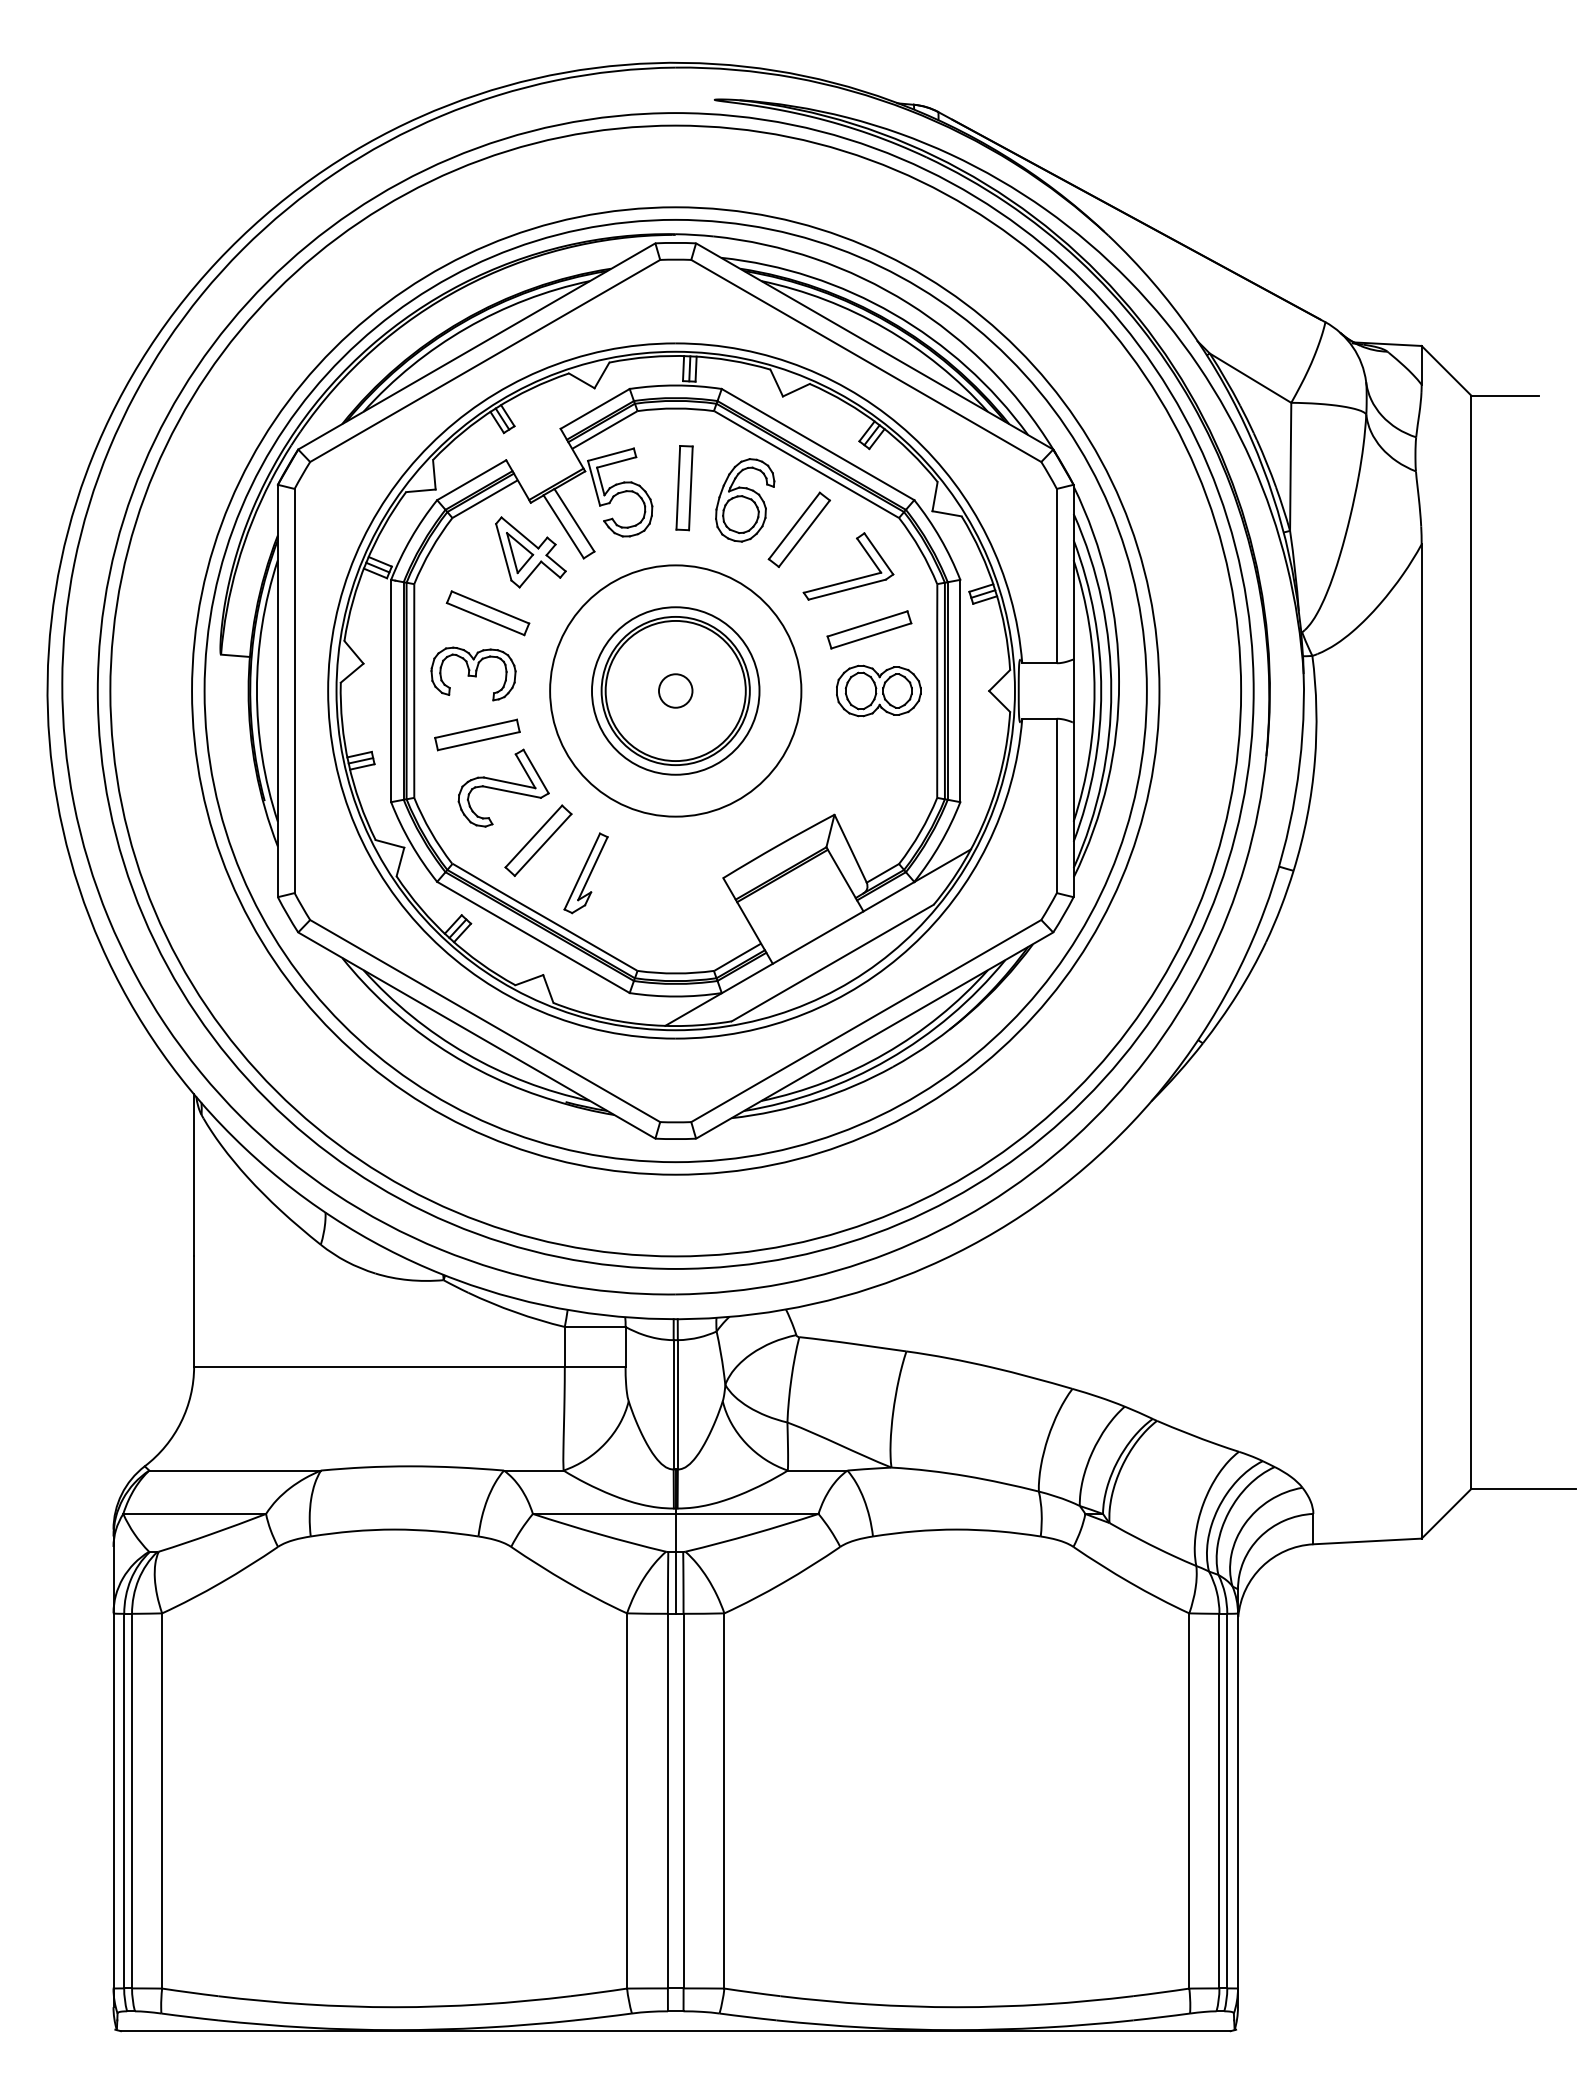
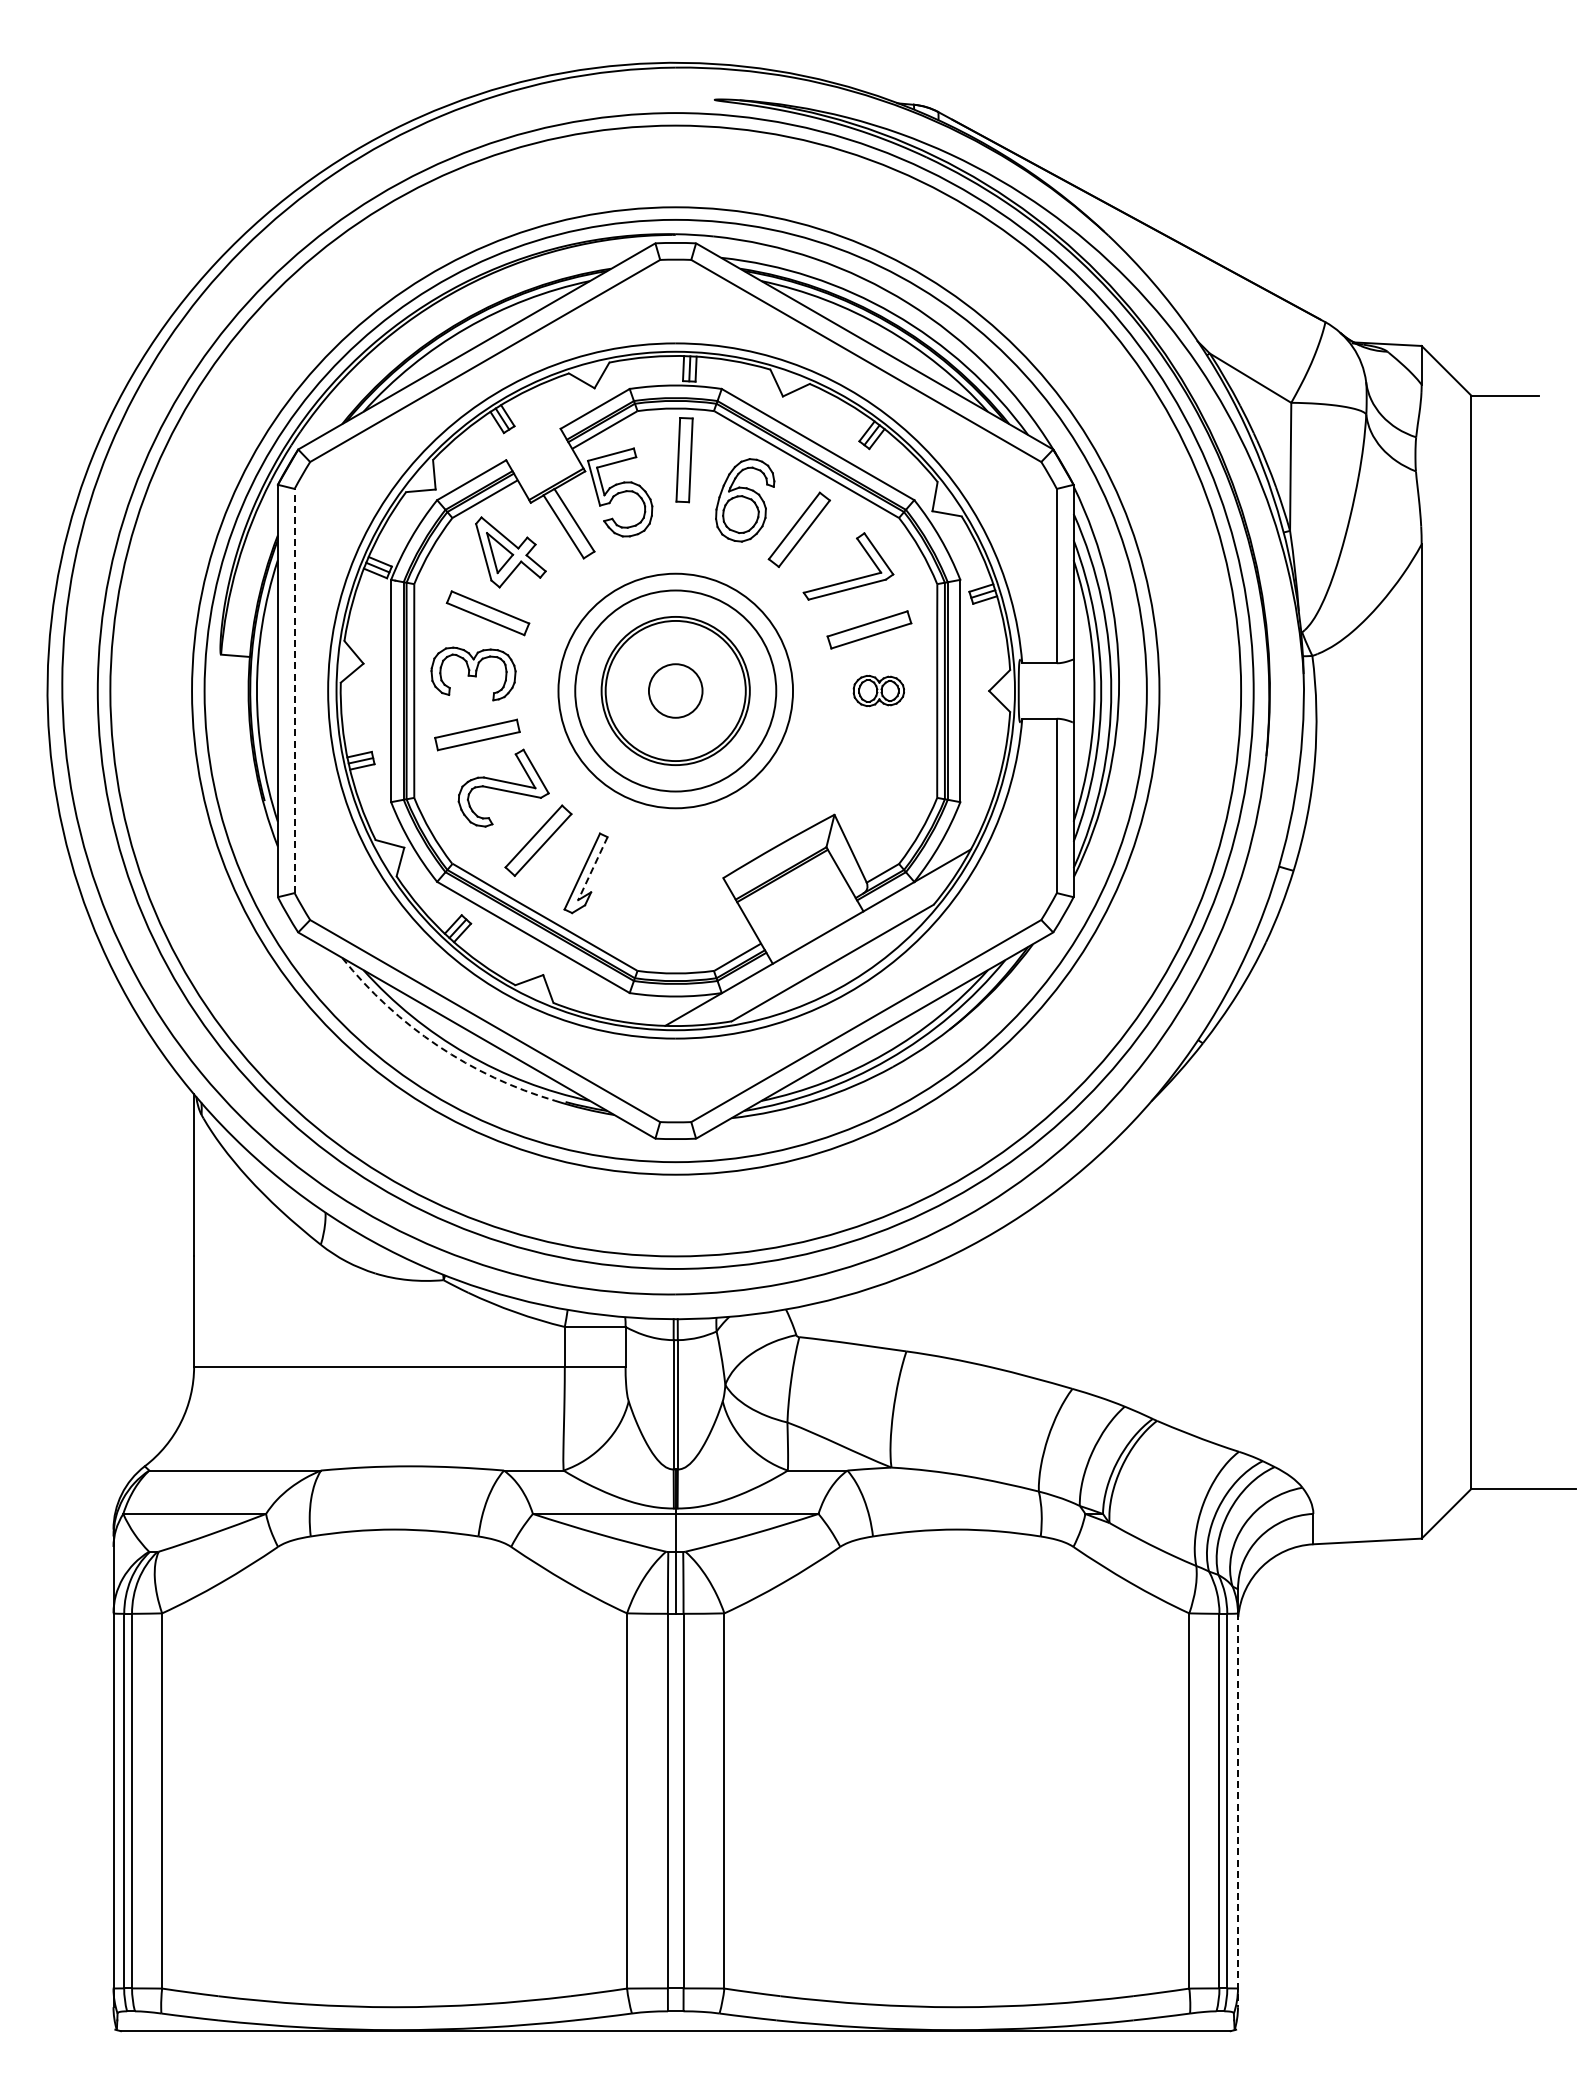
part at (684, 488) position: (684, 488) -> (684, 460)
part at (530, 552) position: (530, 552) -> (510, 552)
line at (294, 690): solid -> dashed
circle at (675, 690) diameter: 168 px -> 235 px
circle at (675, 690) diameter: 251 px -> 201 px
circle at (675, 690) diameter: 34 px -> 54 px
part at (878, 690) size: 86x54 px -> 53x34 px
line at (592, 868): solid -> dashed
arc at (437, 1045): solid -> dashed
line at (1237, 1810): solid -> dashed
